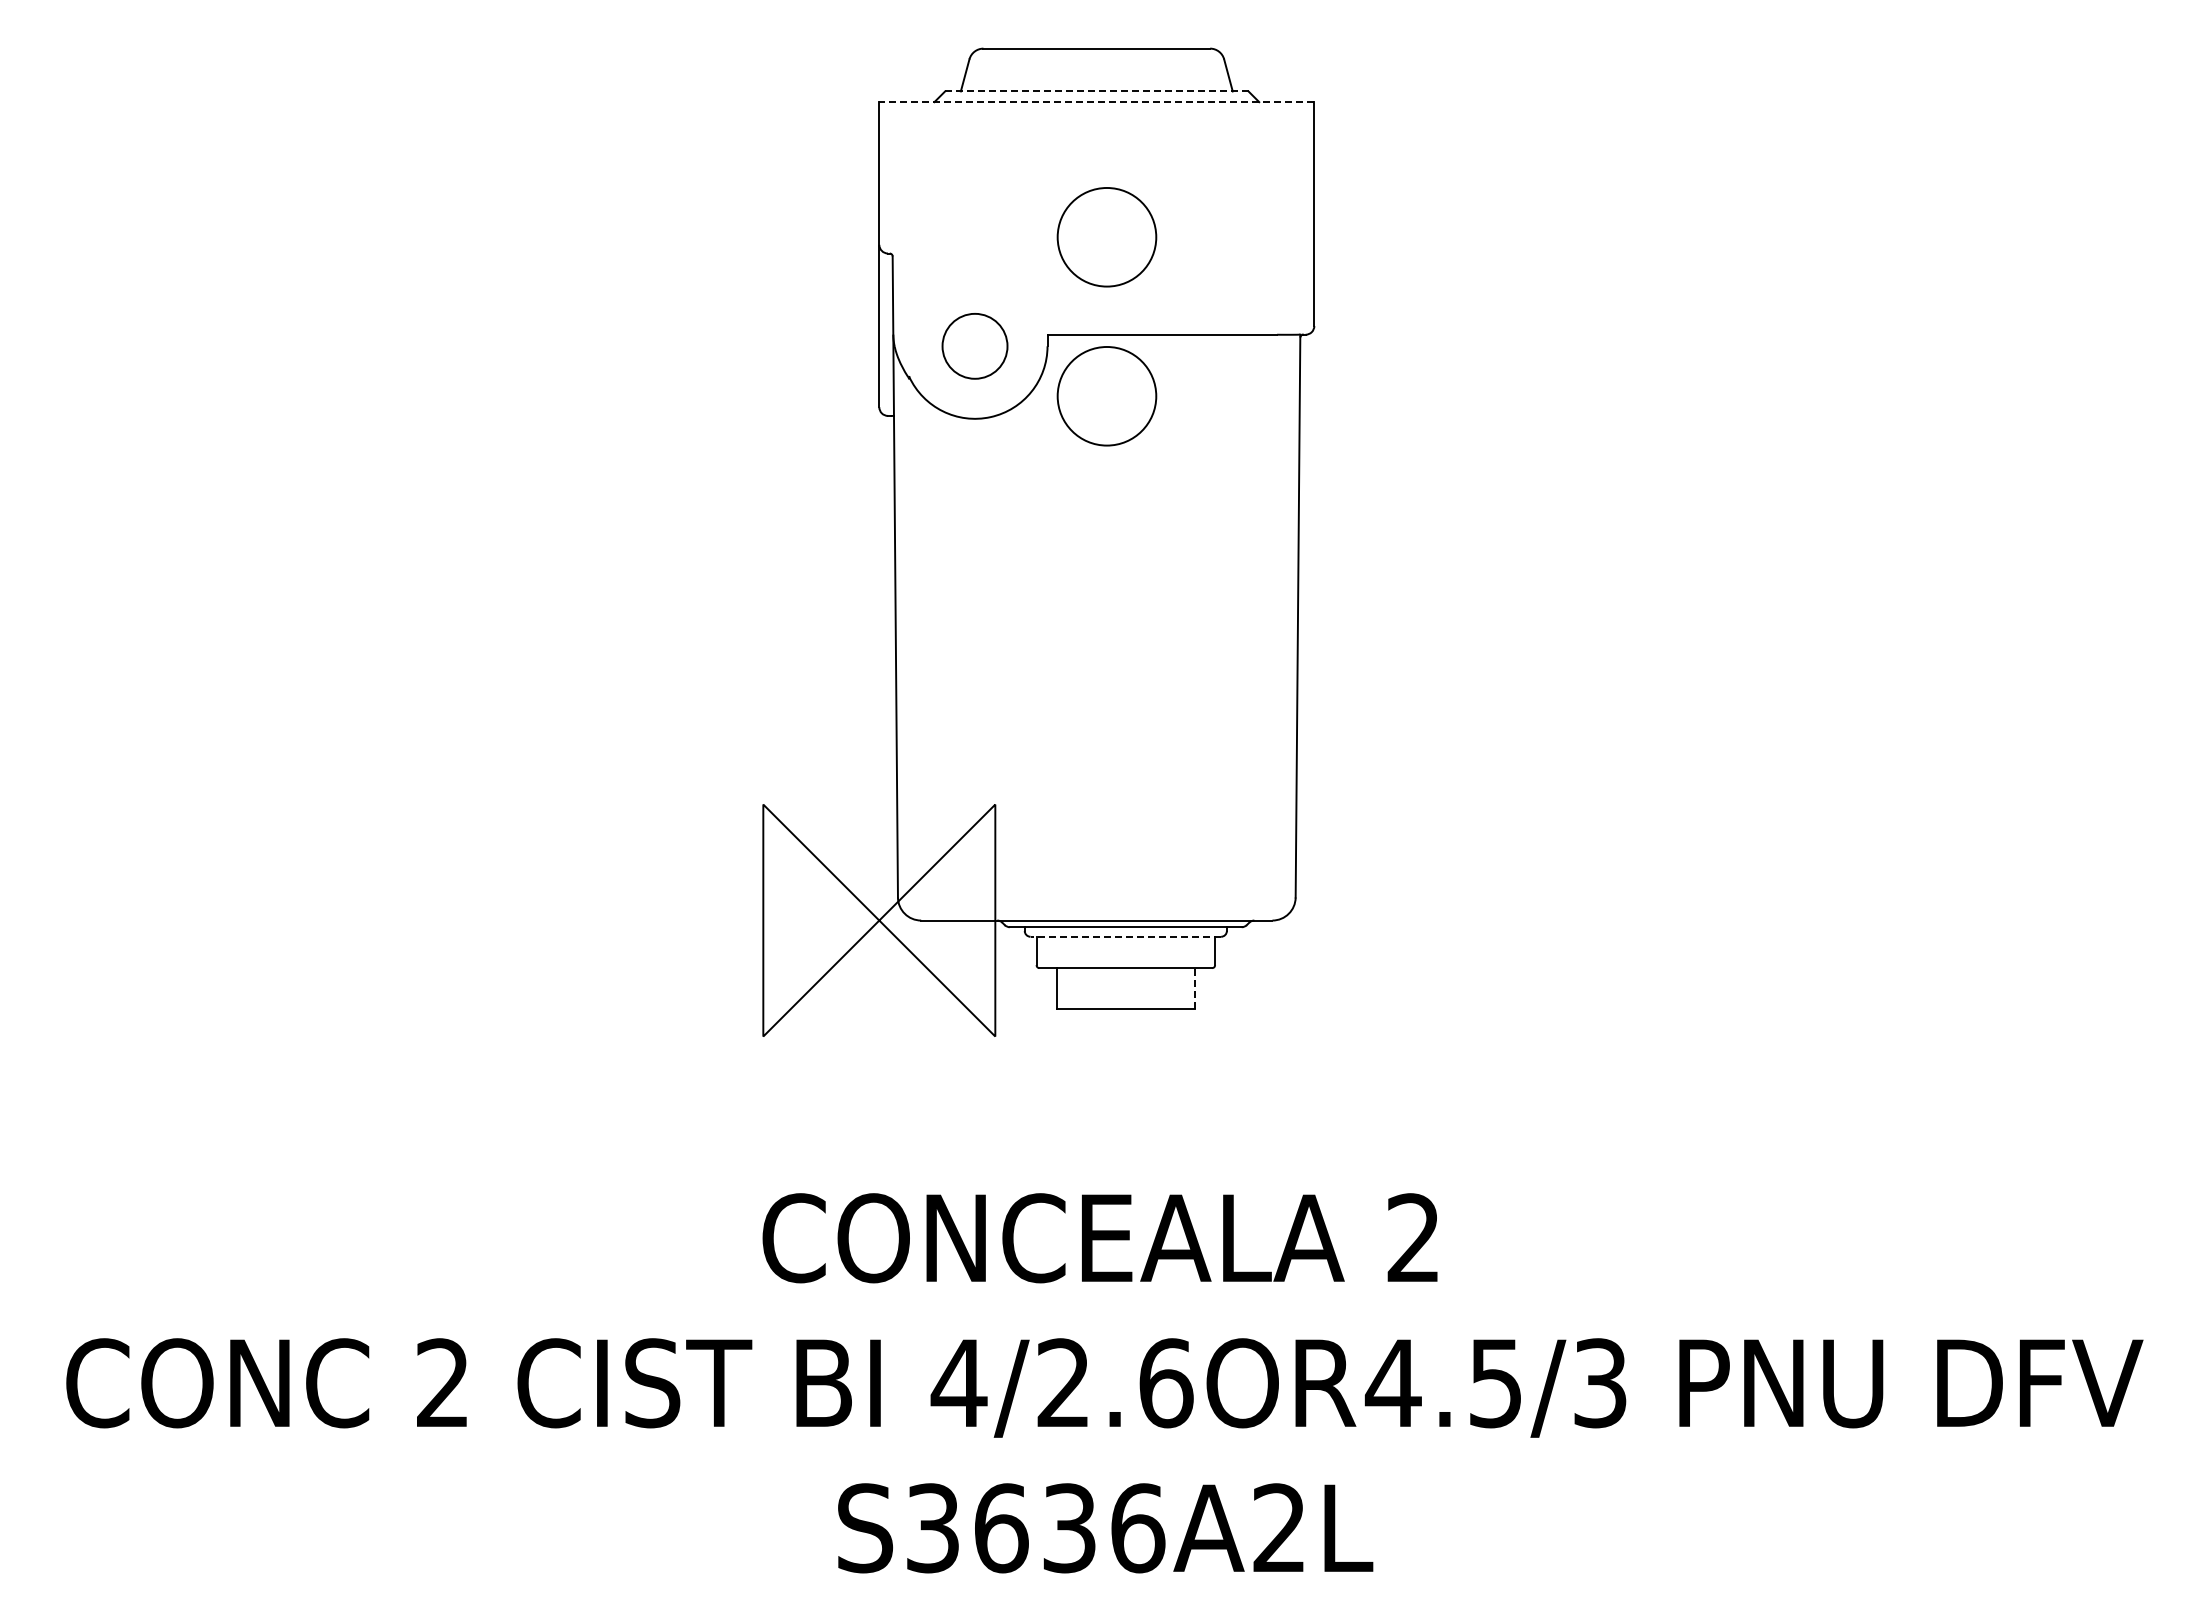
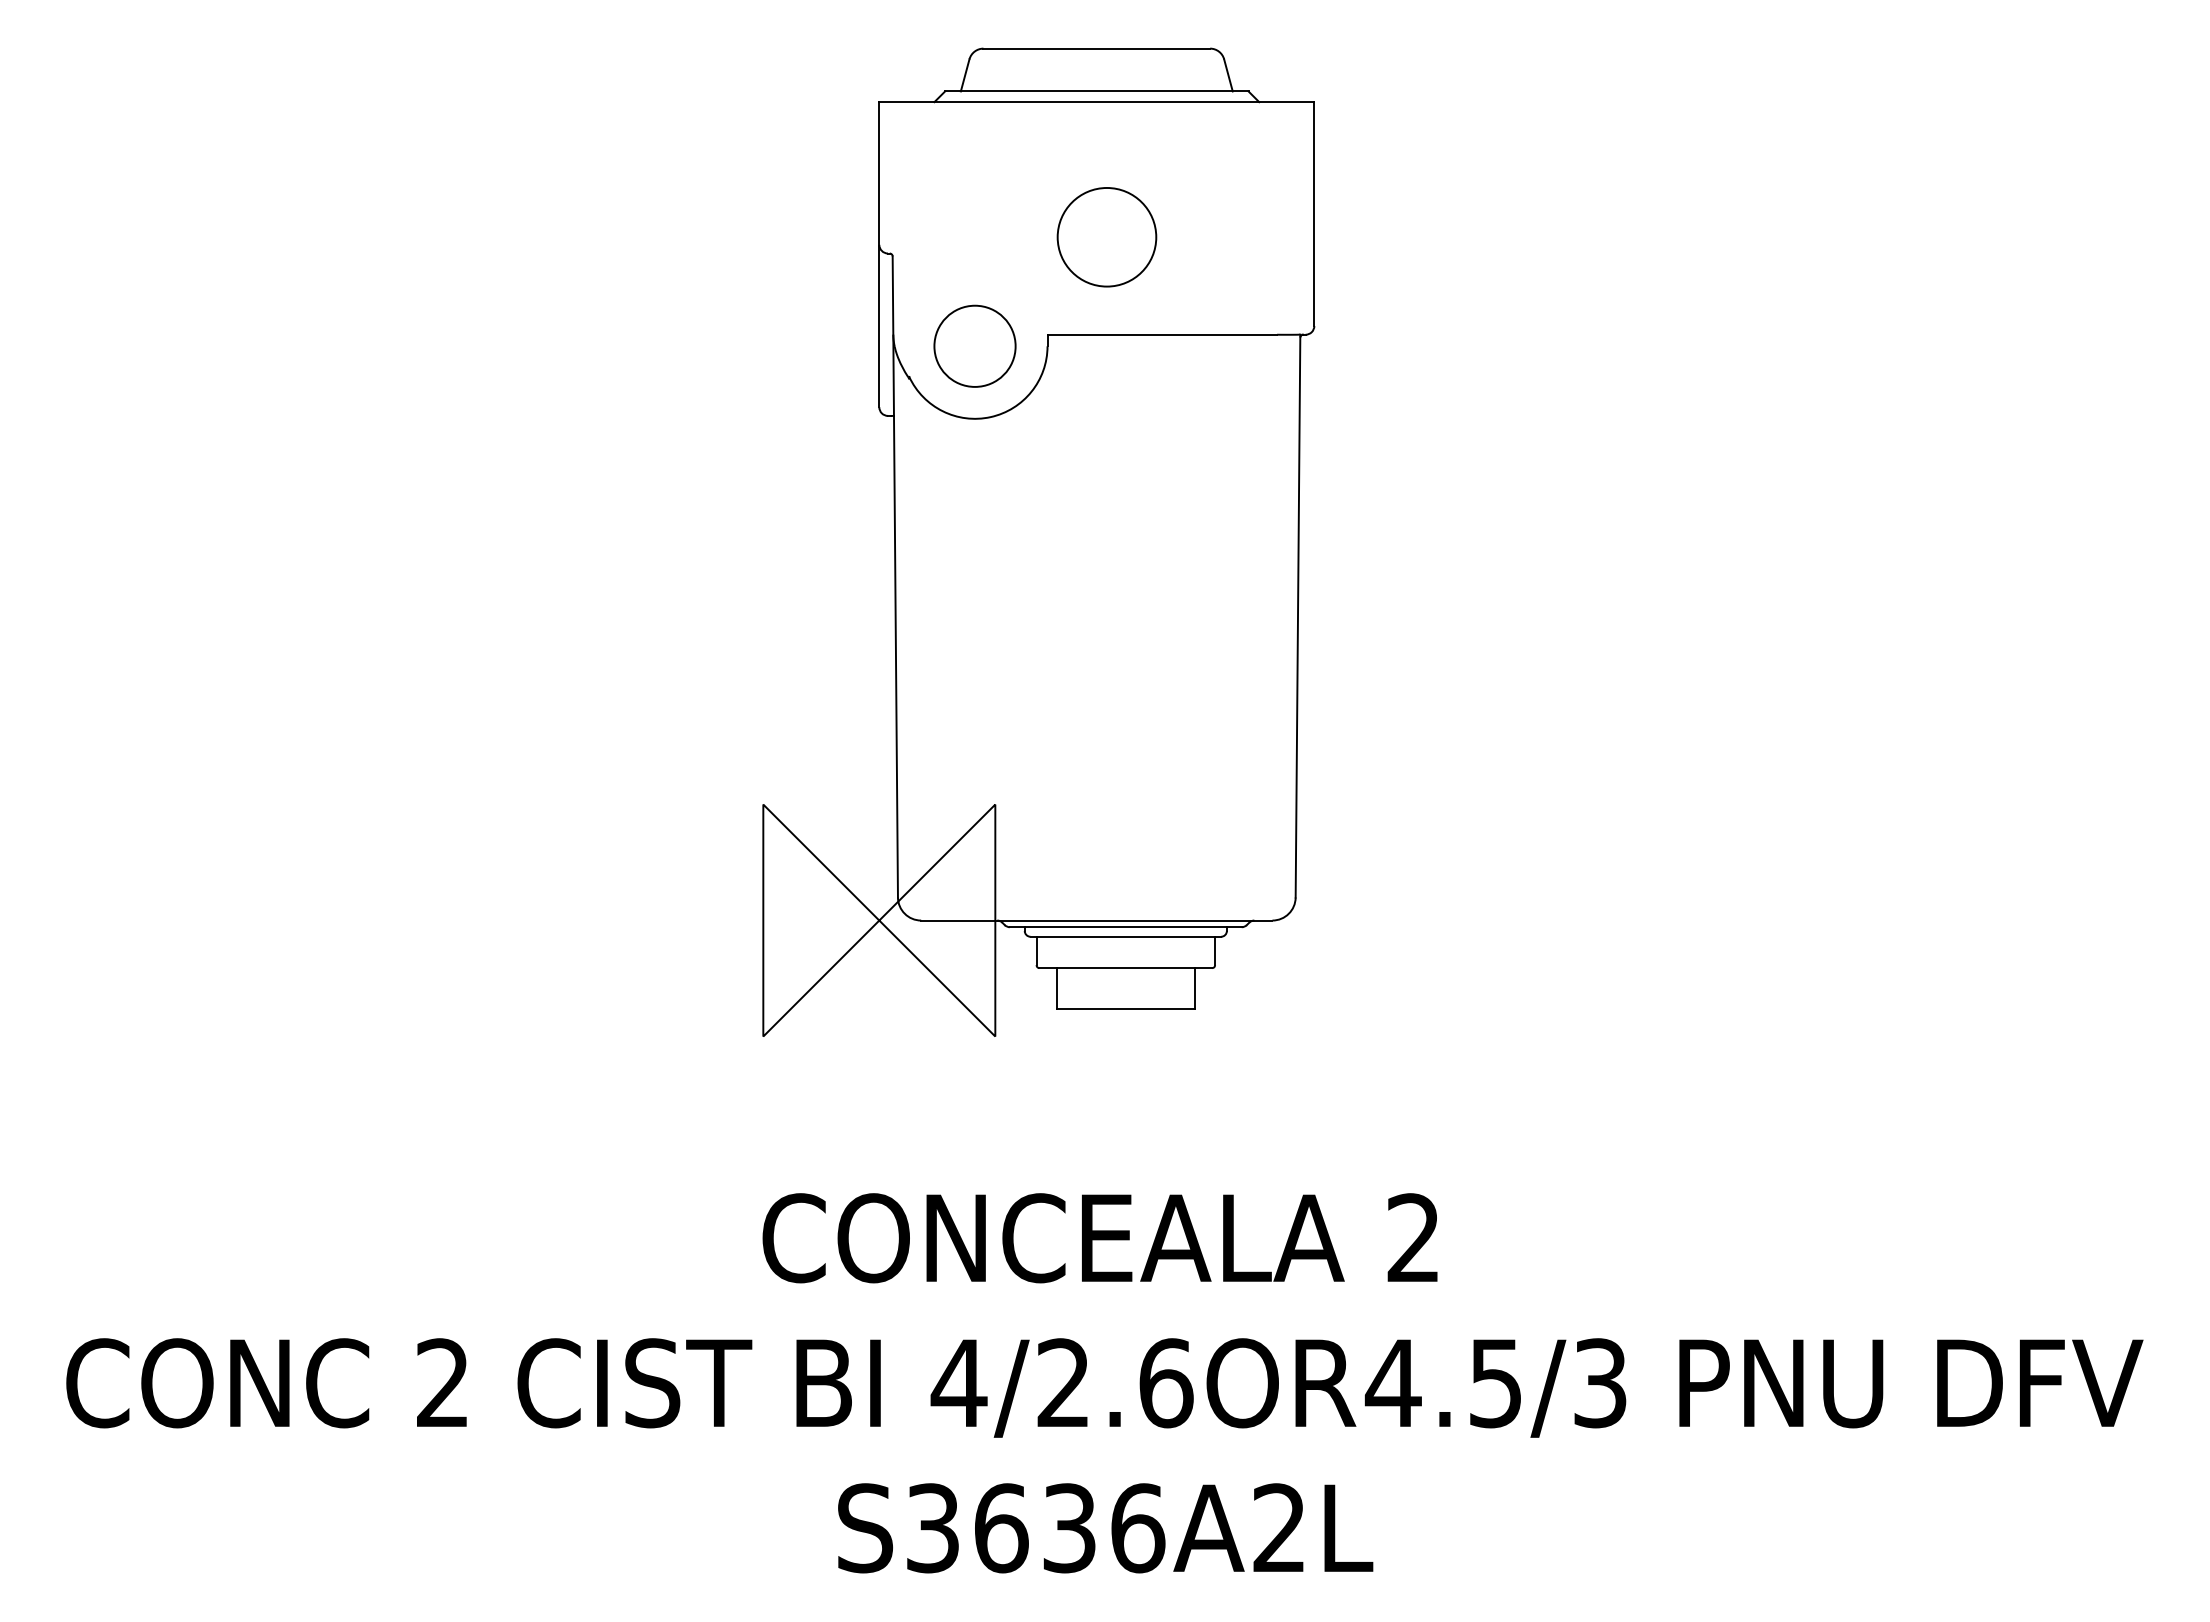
line at (1096, 91): dashed -> solid
line at (1096, 102): dashed -> solid
circle at (974, 345) diameter: 65 px -> 81 px
circle at (1106, 396): present -> none
line at (1125, 936): dashed -> solid
line at (1194, 987): dashed -> solid
